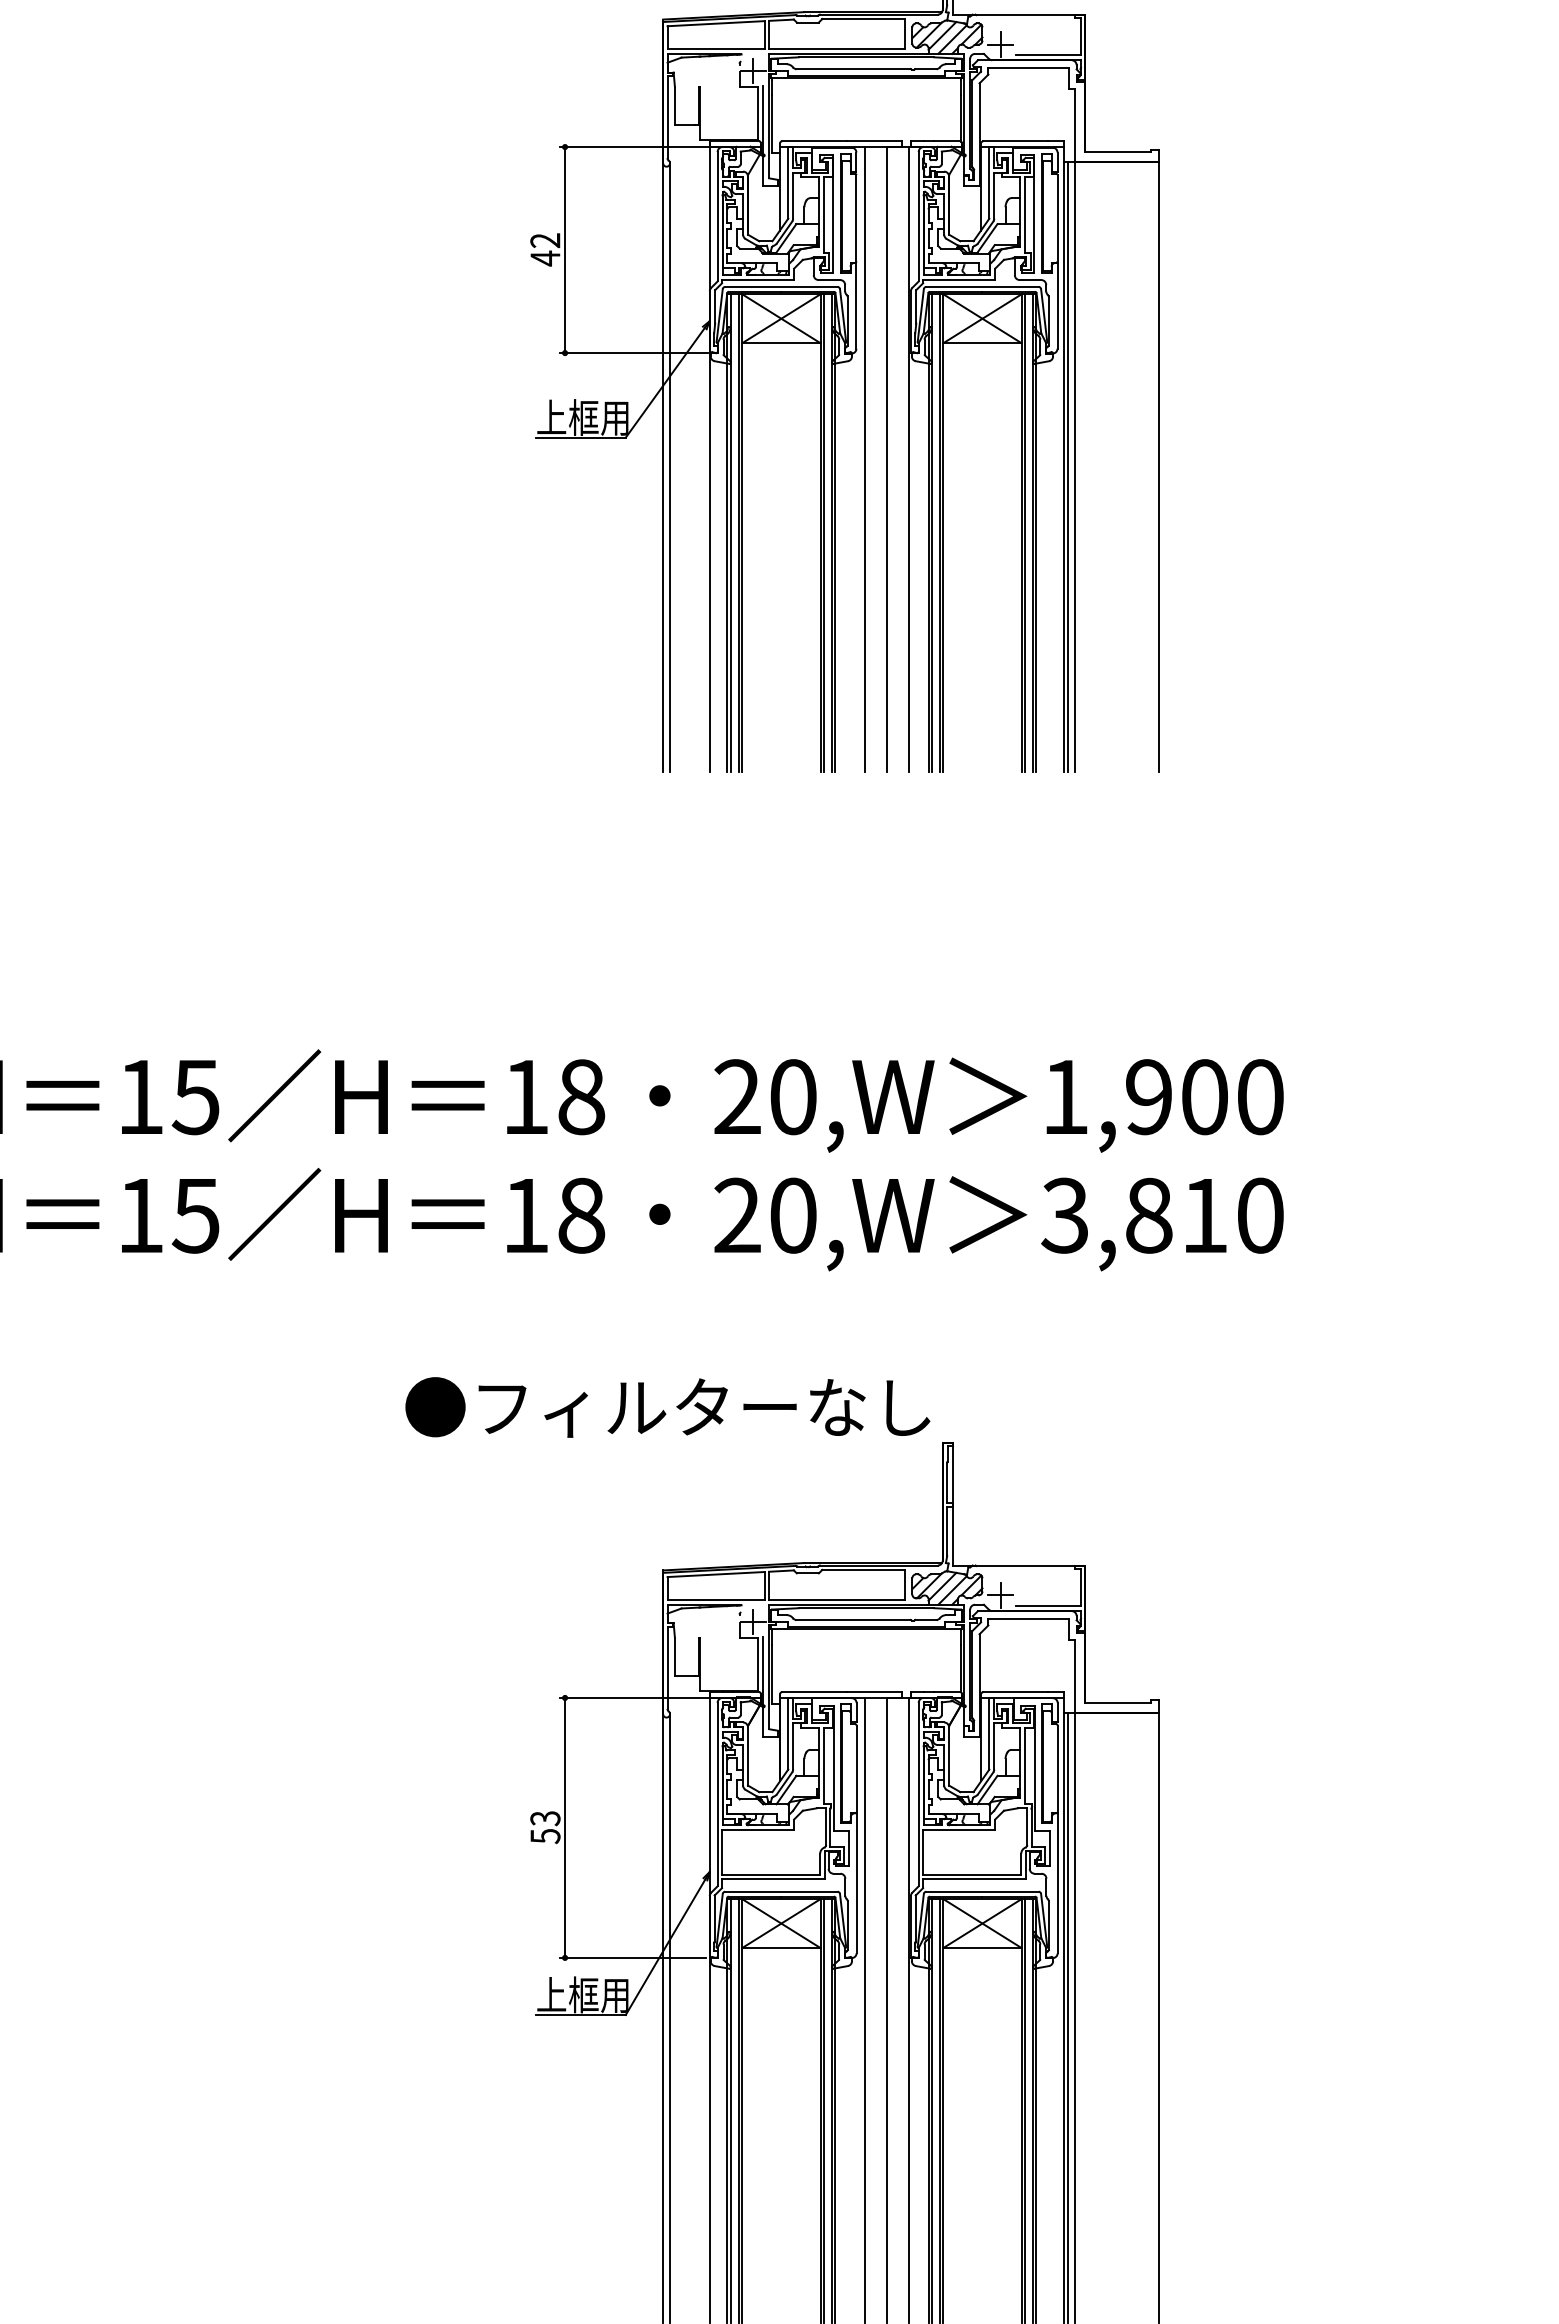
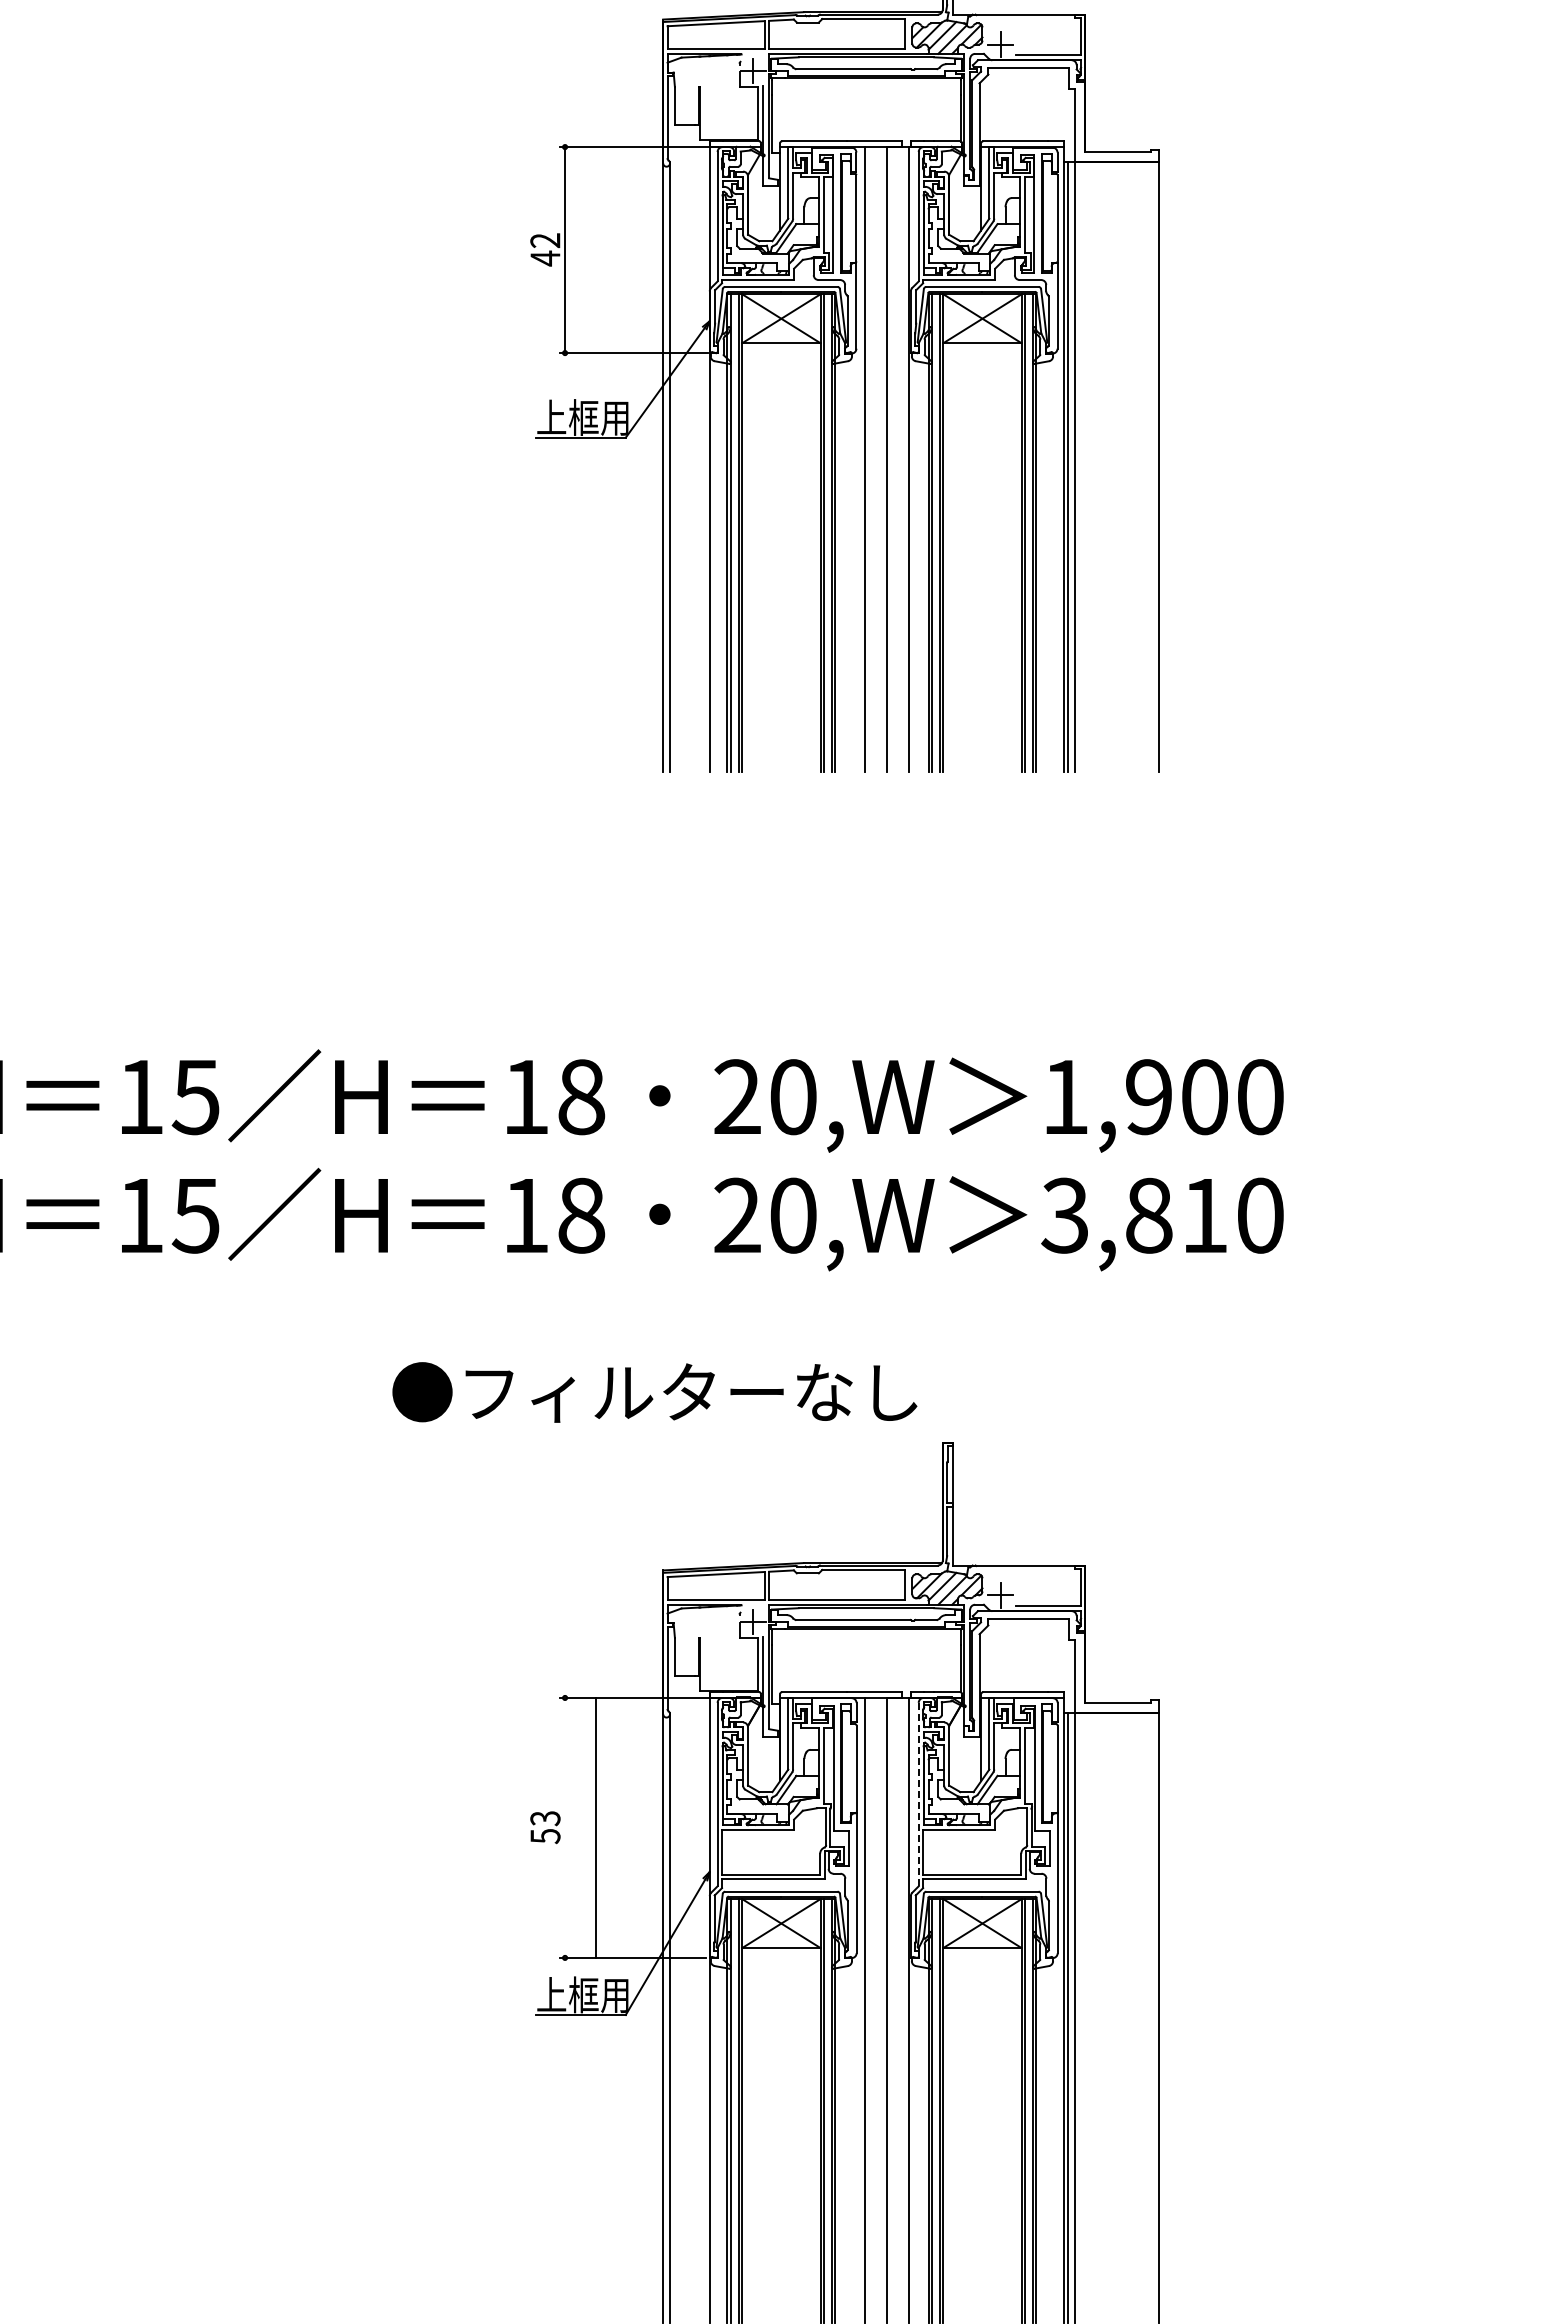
text at (667, 1407) position: (667, 1407) -> (654, 1392)
line at (918, 1794): solid -> dashed
line at (565, 1827) position: (565, 1827) -> (596, 1827)
